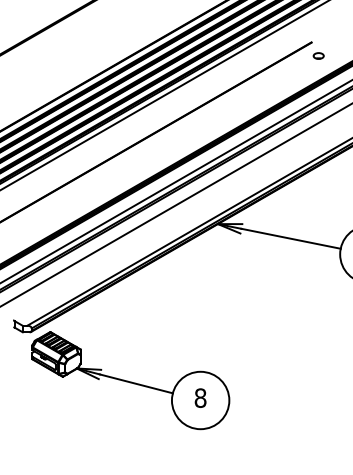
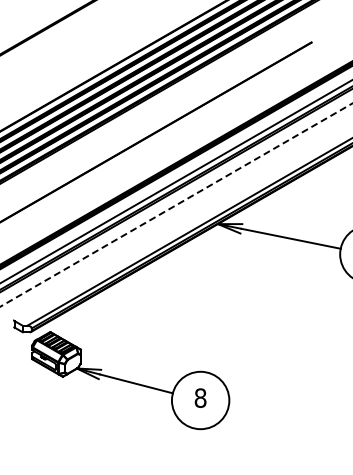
part at (318, 55): present -> none
line at (164, 95): present -> none
line at (177, 204): solid -> dashed
